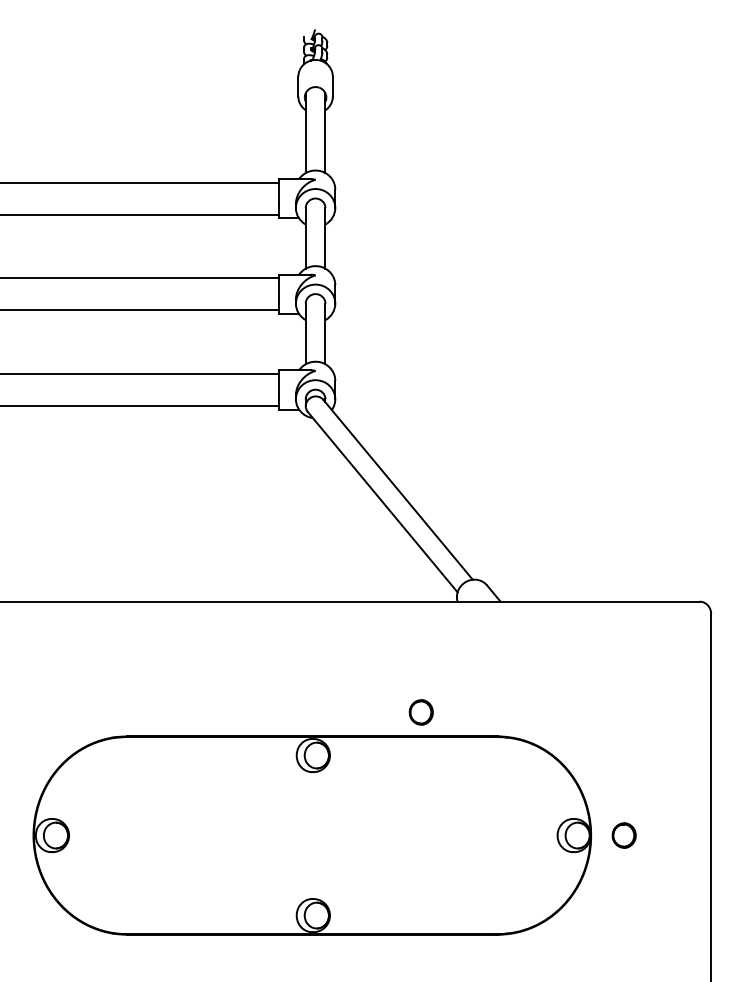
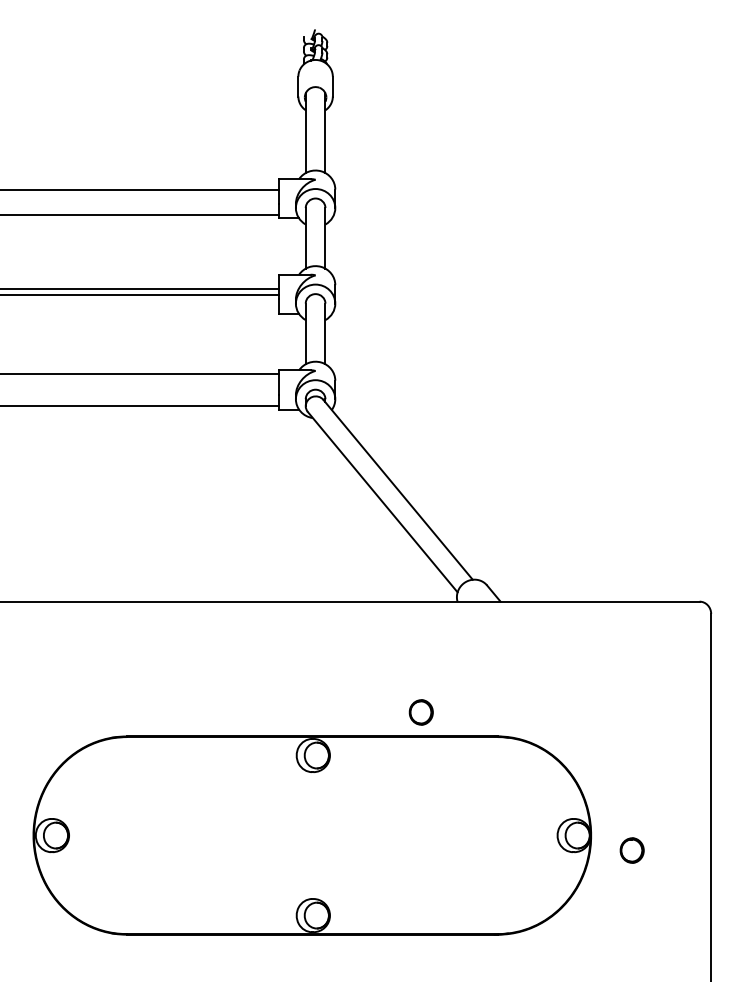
line at (140, 182) position: (140, 182) -> (140, 189)
line at (140, 278) position: (140, 278) -> (140, 289)
line at (140, 310) position: (140, 310) -> (140, 295)
part at (623, 835) position: (623, 835) -> (631, 850)
